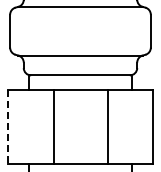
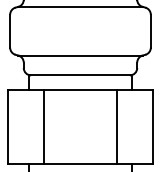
line at (8, 126): dashed -> solid
line at (54, 126) position: (54, 126) -> (44, 126)
line at (107, 126) position: (107, 126) -> (116, 126)
